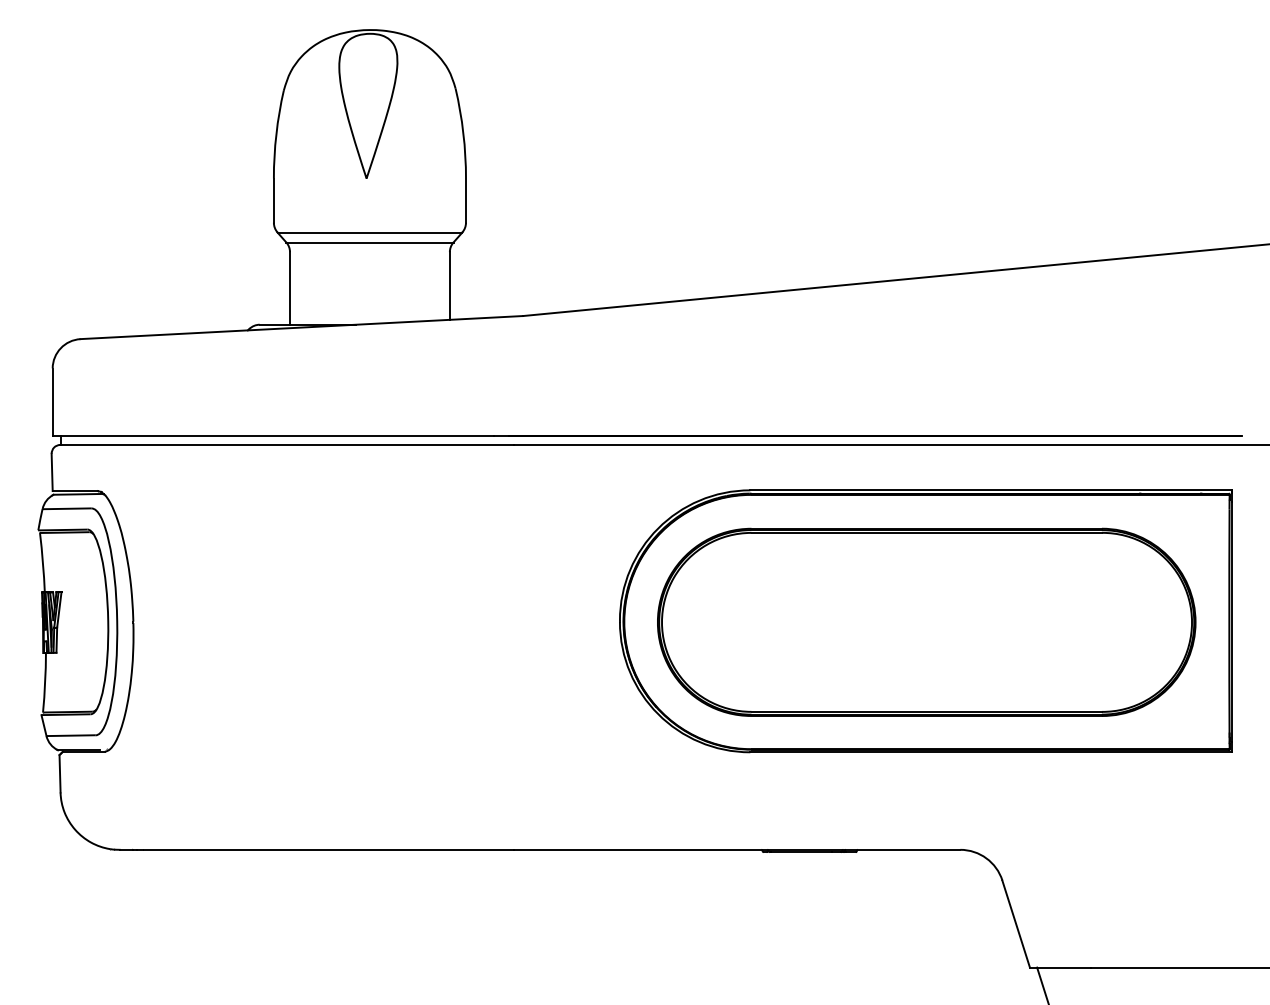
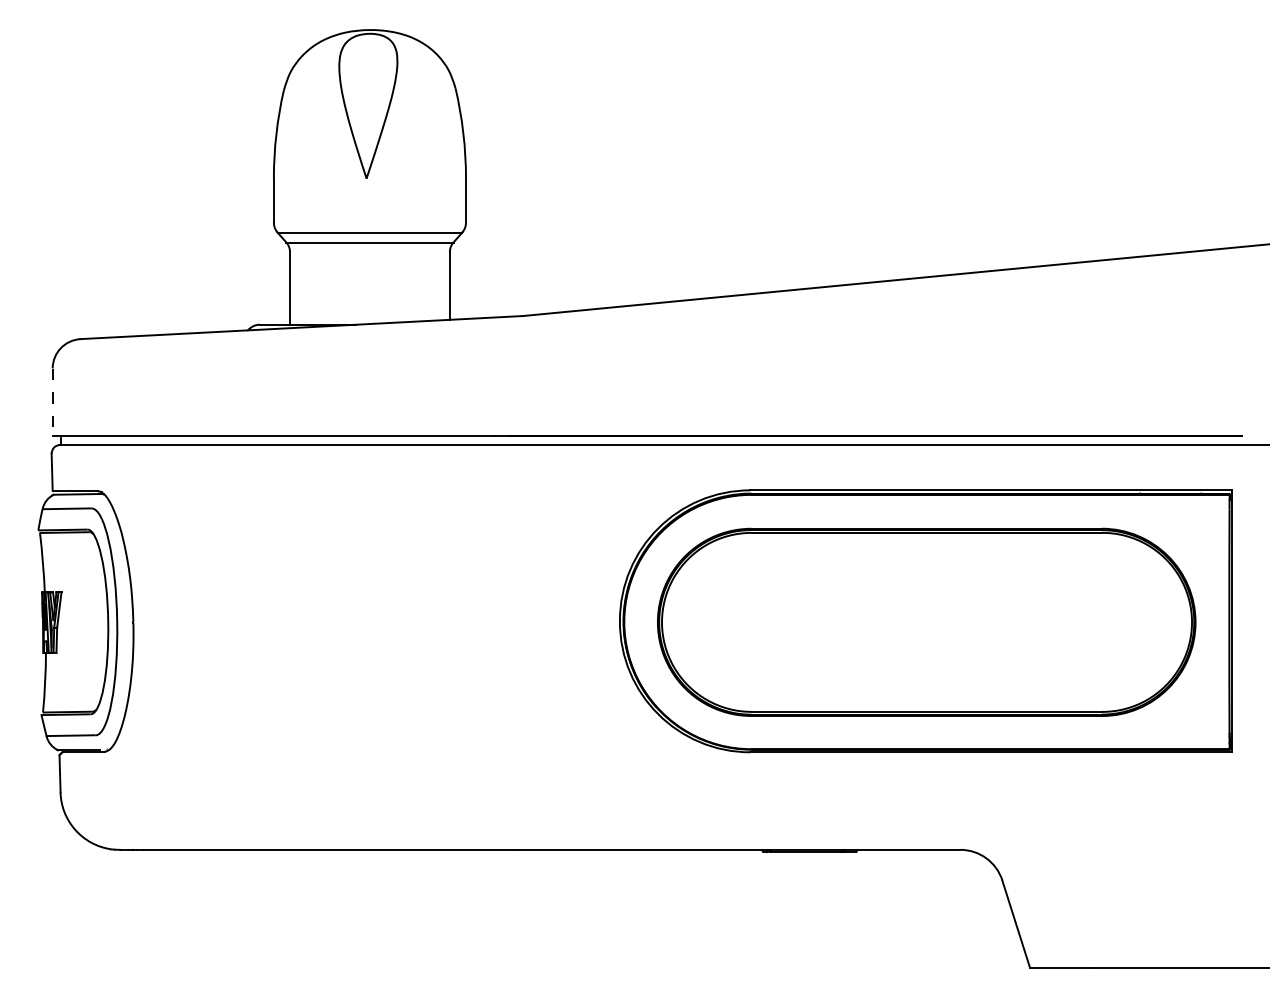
line at (52, 402): solid -> dashed
line at (1042, 984): present -> none
